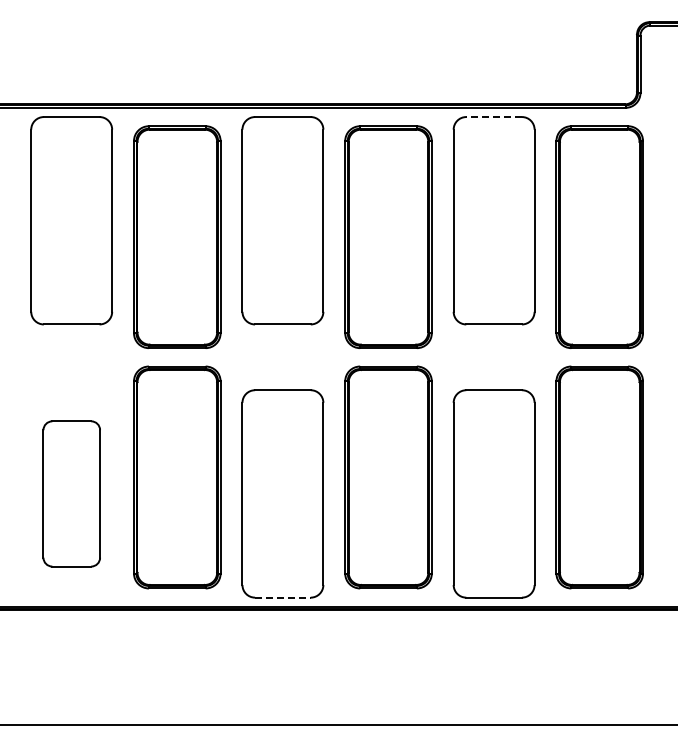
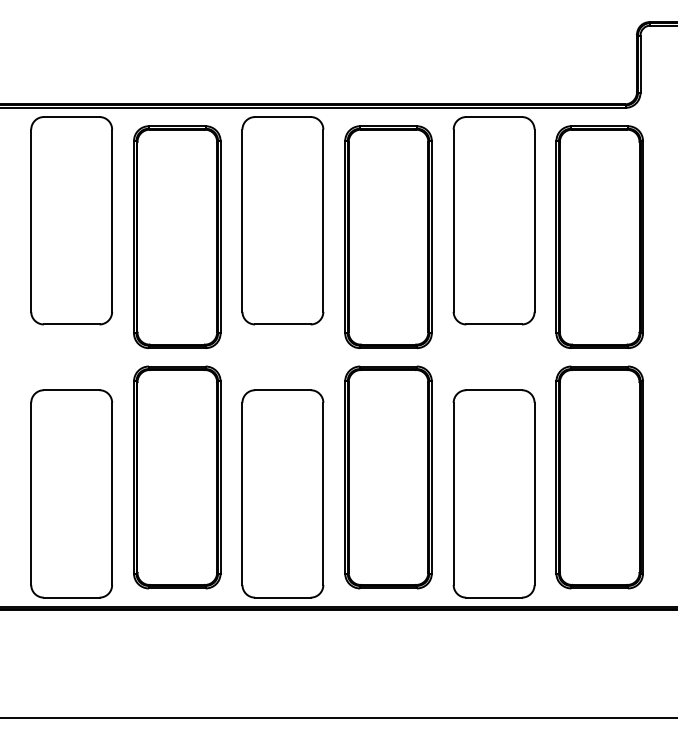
line at (494, 117): dashed -> solid
part at (71, 493) size: 59x148 px -> 84x210 px
line at (282, 597): dashed -> solid
line at (338, 724) position: (338, 724) -> (338, 717)
